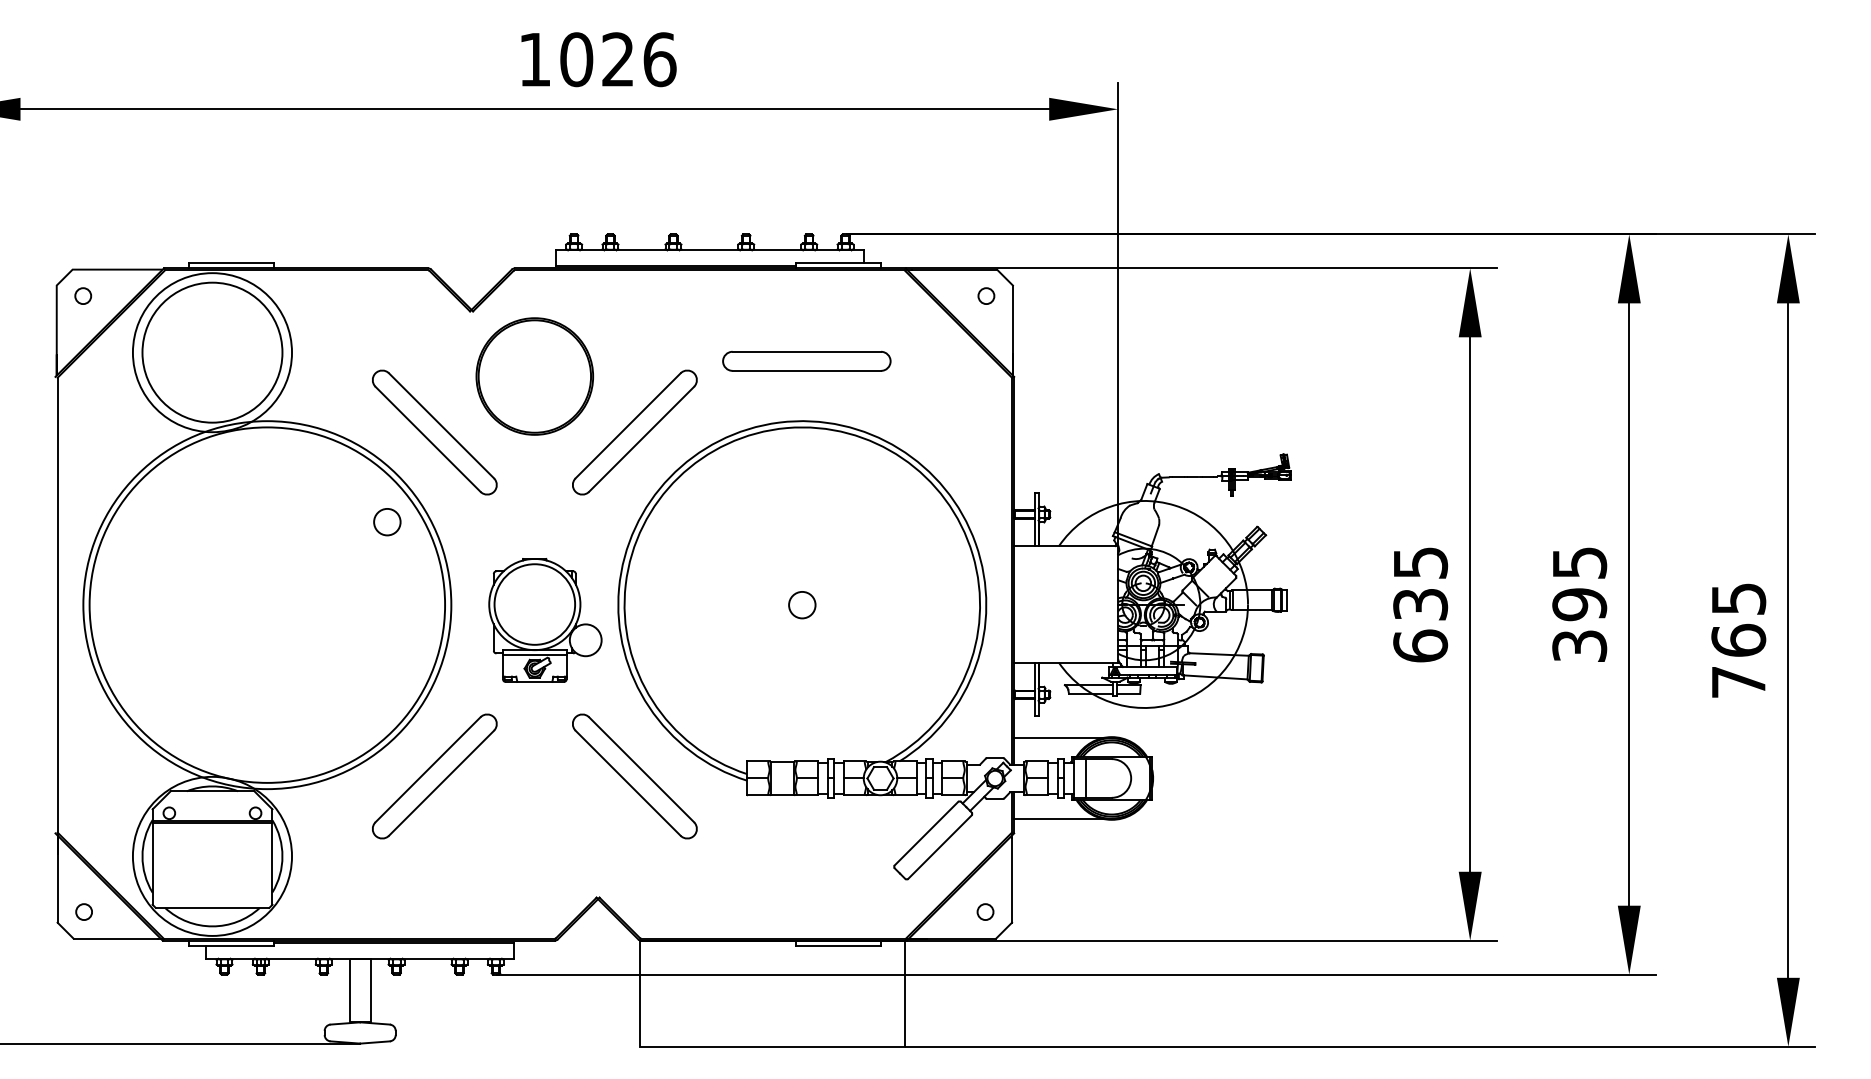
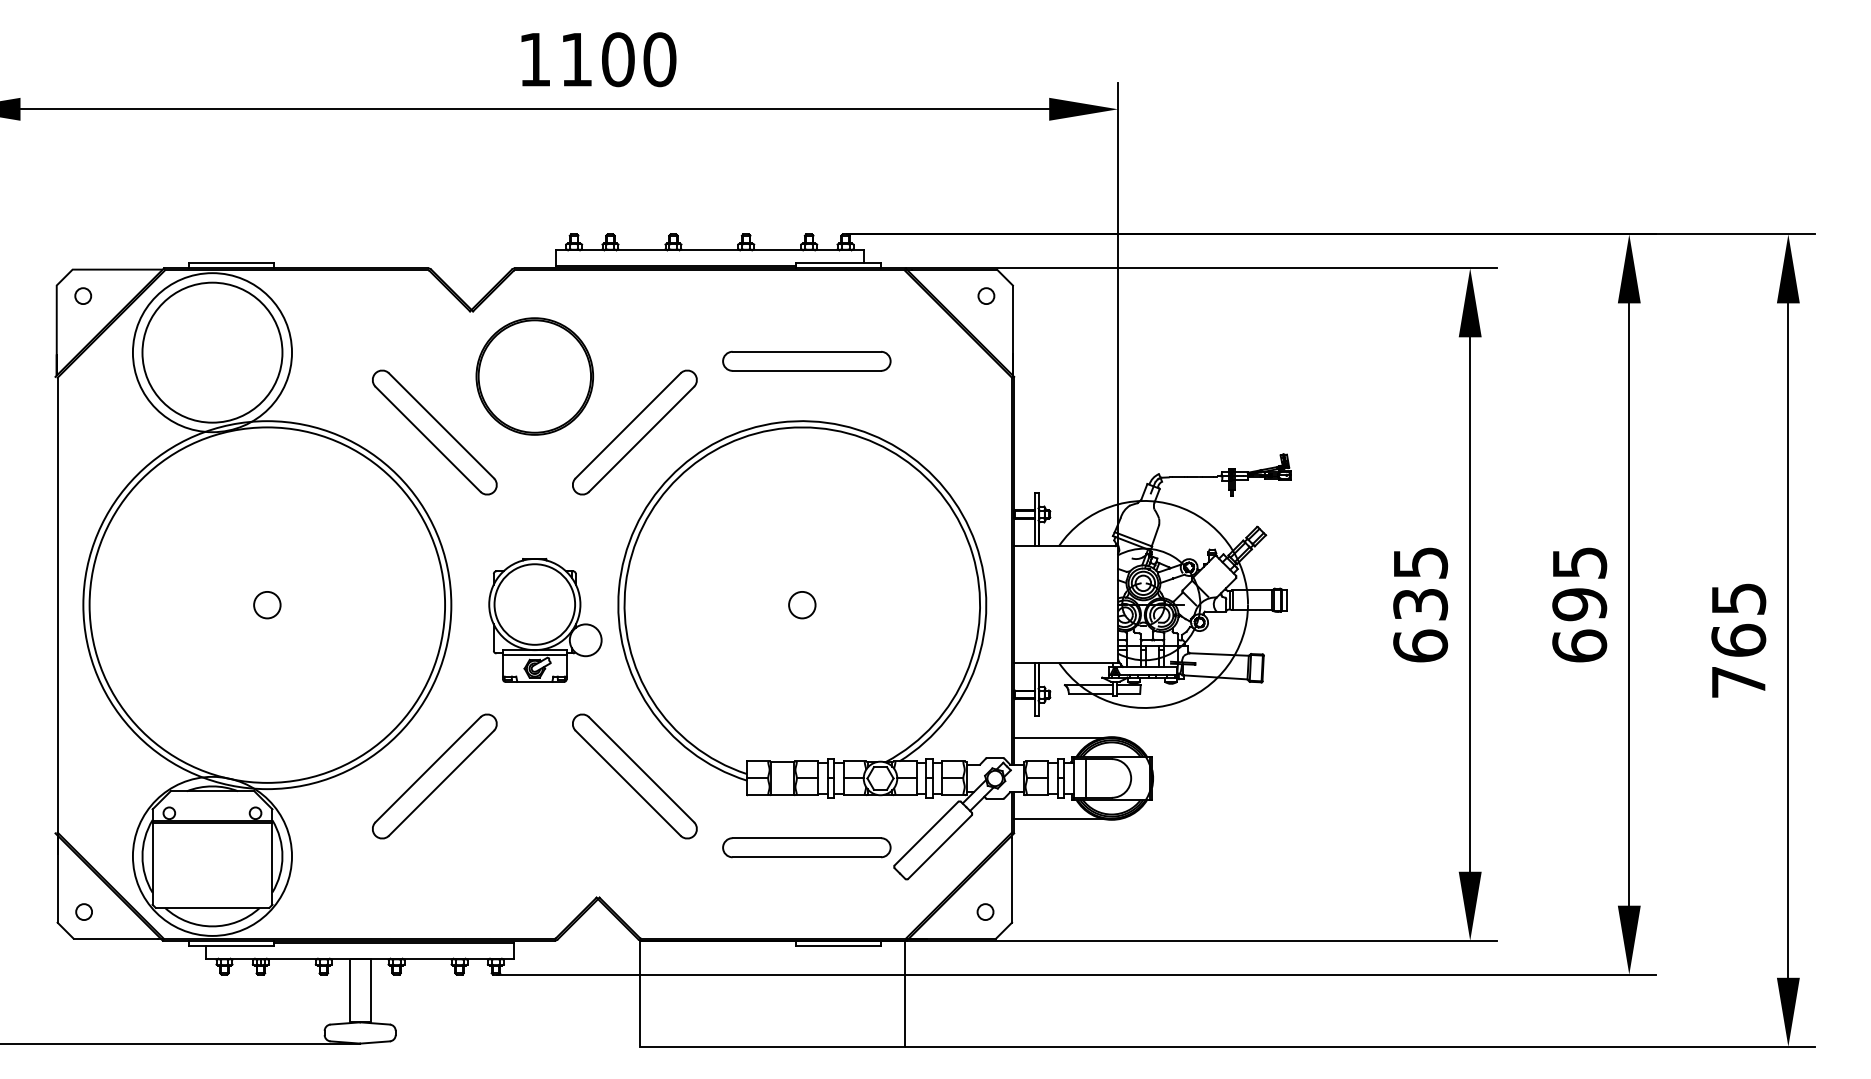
text at (618, 59): 1026 -> 1100
circle at (387, 522) position: (387, 522) -> (267, 605)
text at (1579, 645): 395 -> 695
part at (806, 847): none -> present
